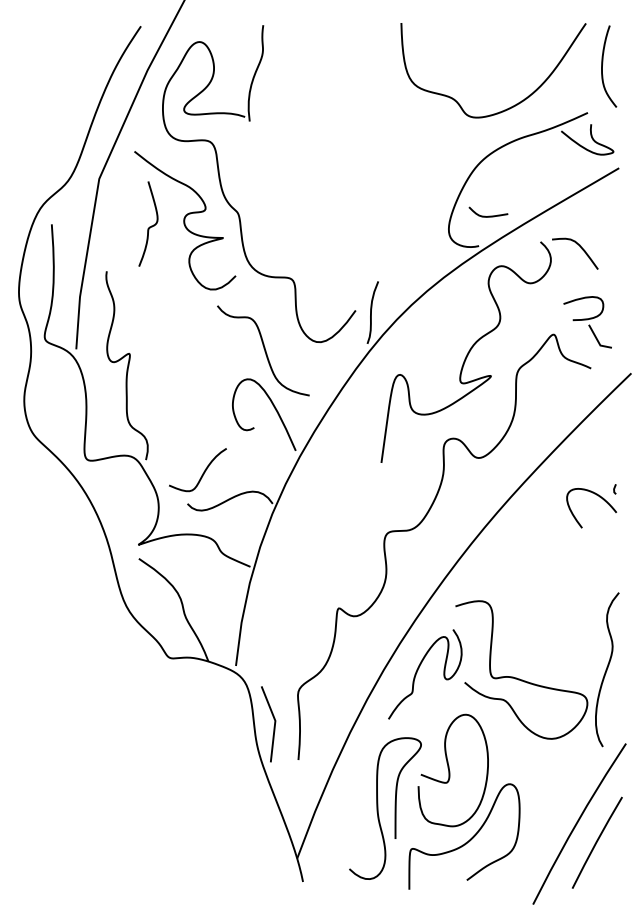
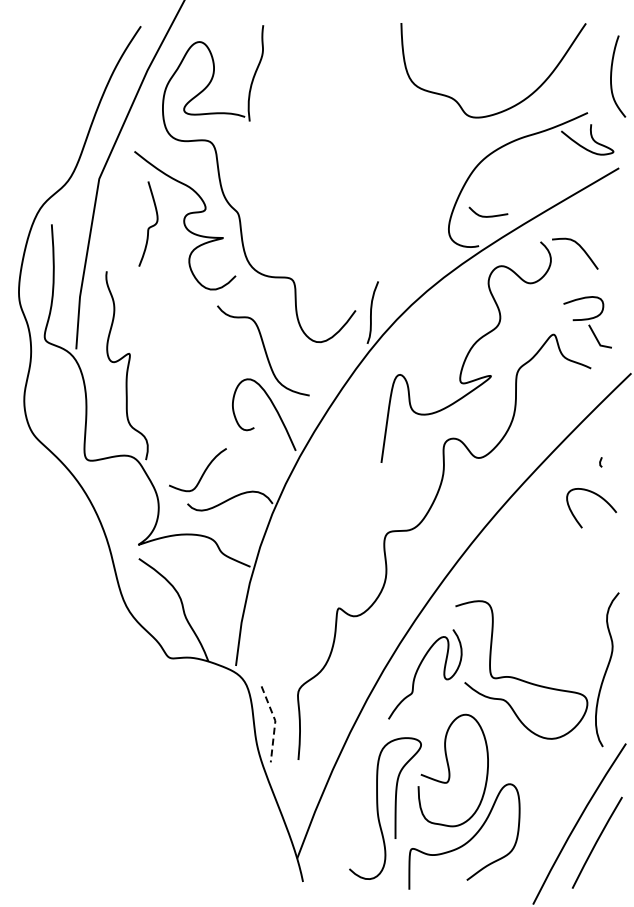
curve at (603, 63) position: (603, 63) -> (612, 73)
line at (614, 489) position: (614, 489) -> (600, 462)
line at (275, 722): solid -> dashed
